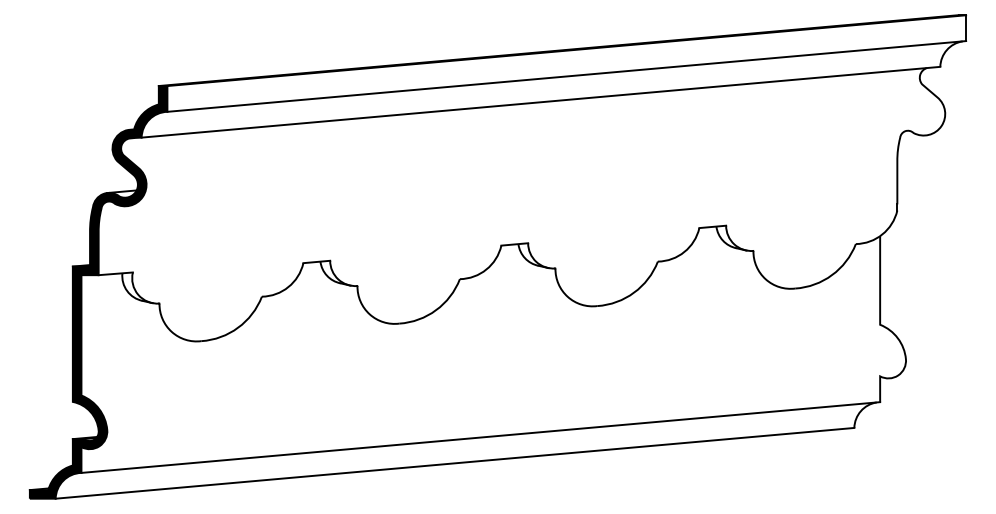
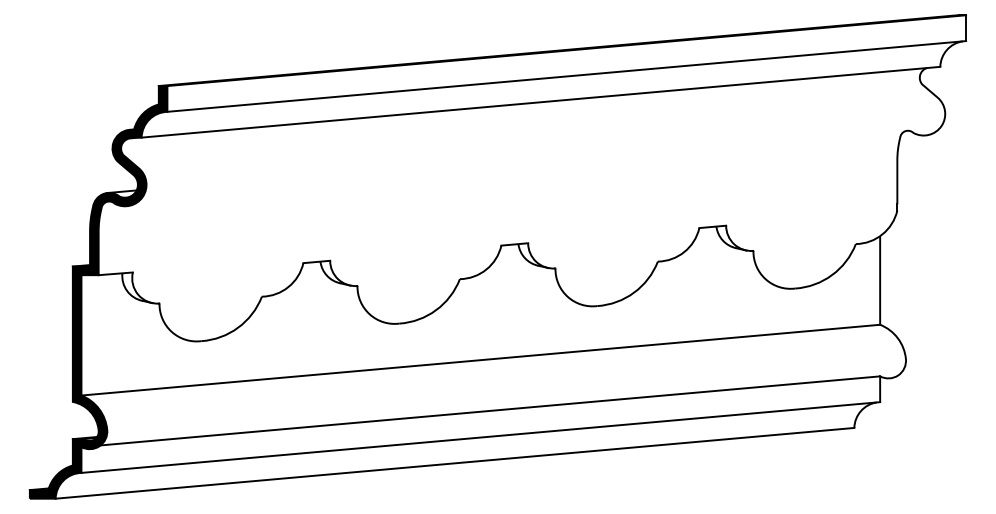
line at (480, 359): none -> present
line at (490, 410): none -> present
